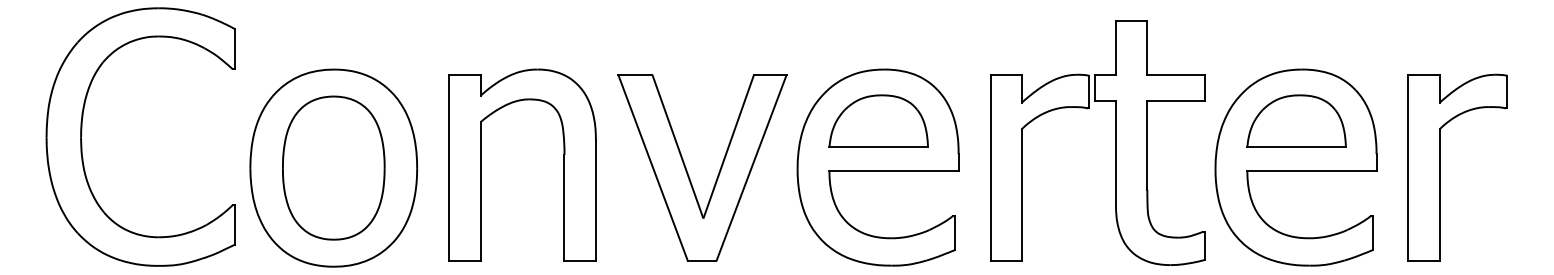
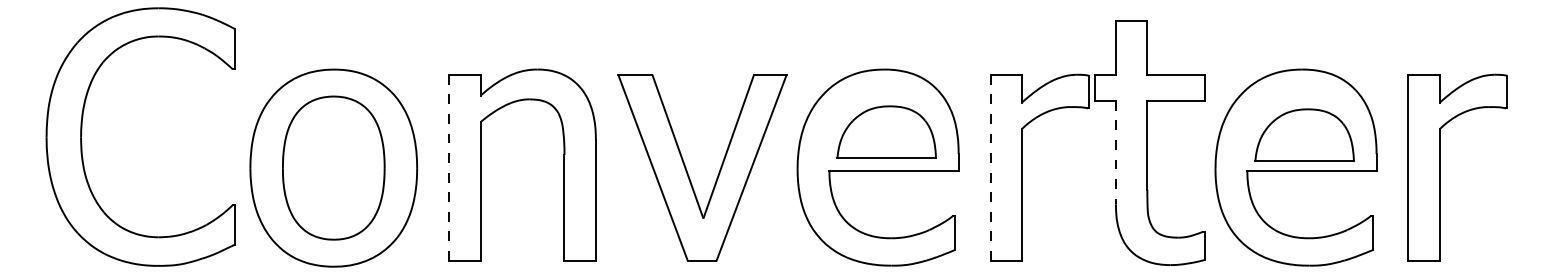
part at (878, 120) position: (878, 120) -> (886, 131)
part at (1296, 120) position: (1296, 120) -> (1304, 134)
line at (1115, 152): solid -> dashed
line at (449, 168): solid -> dashed
line at (990, 168): solid -> dashed
